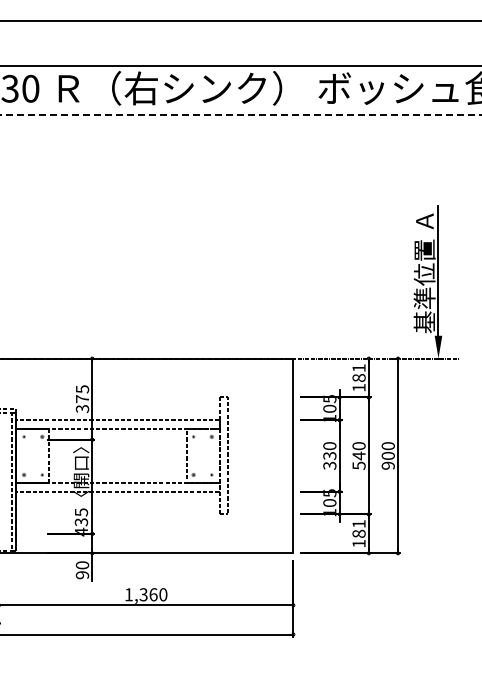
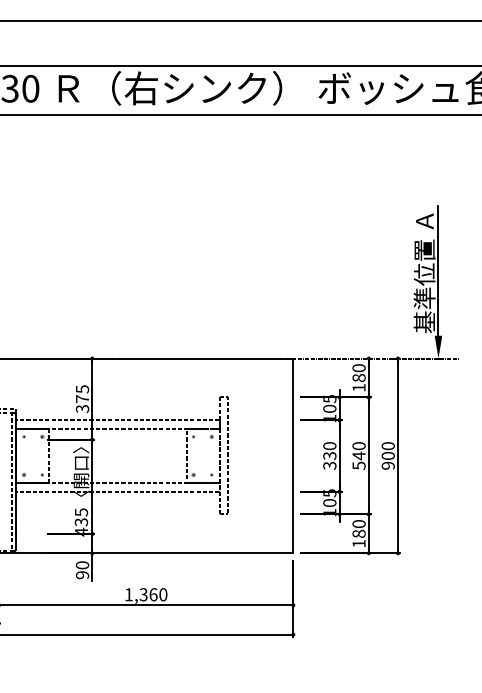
line at (241, 115): dashed -> solid
text at (358, 368): 181 -> 180
text at (358, 523): 181 -> 180
